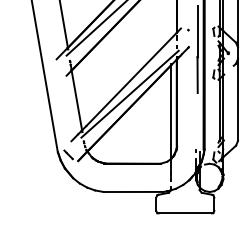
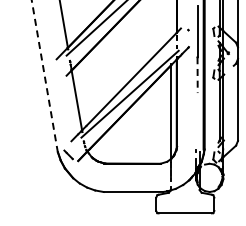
line at (197, 75): solid -> dashed
line at (44, 76): solid -> dashed
